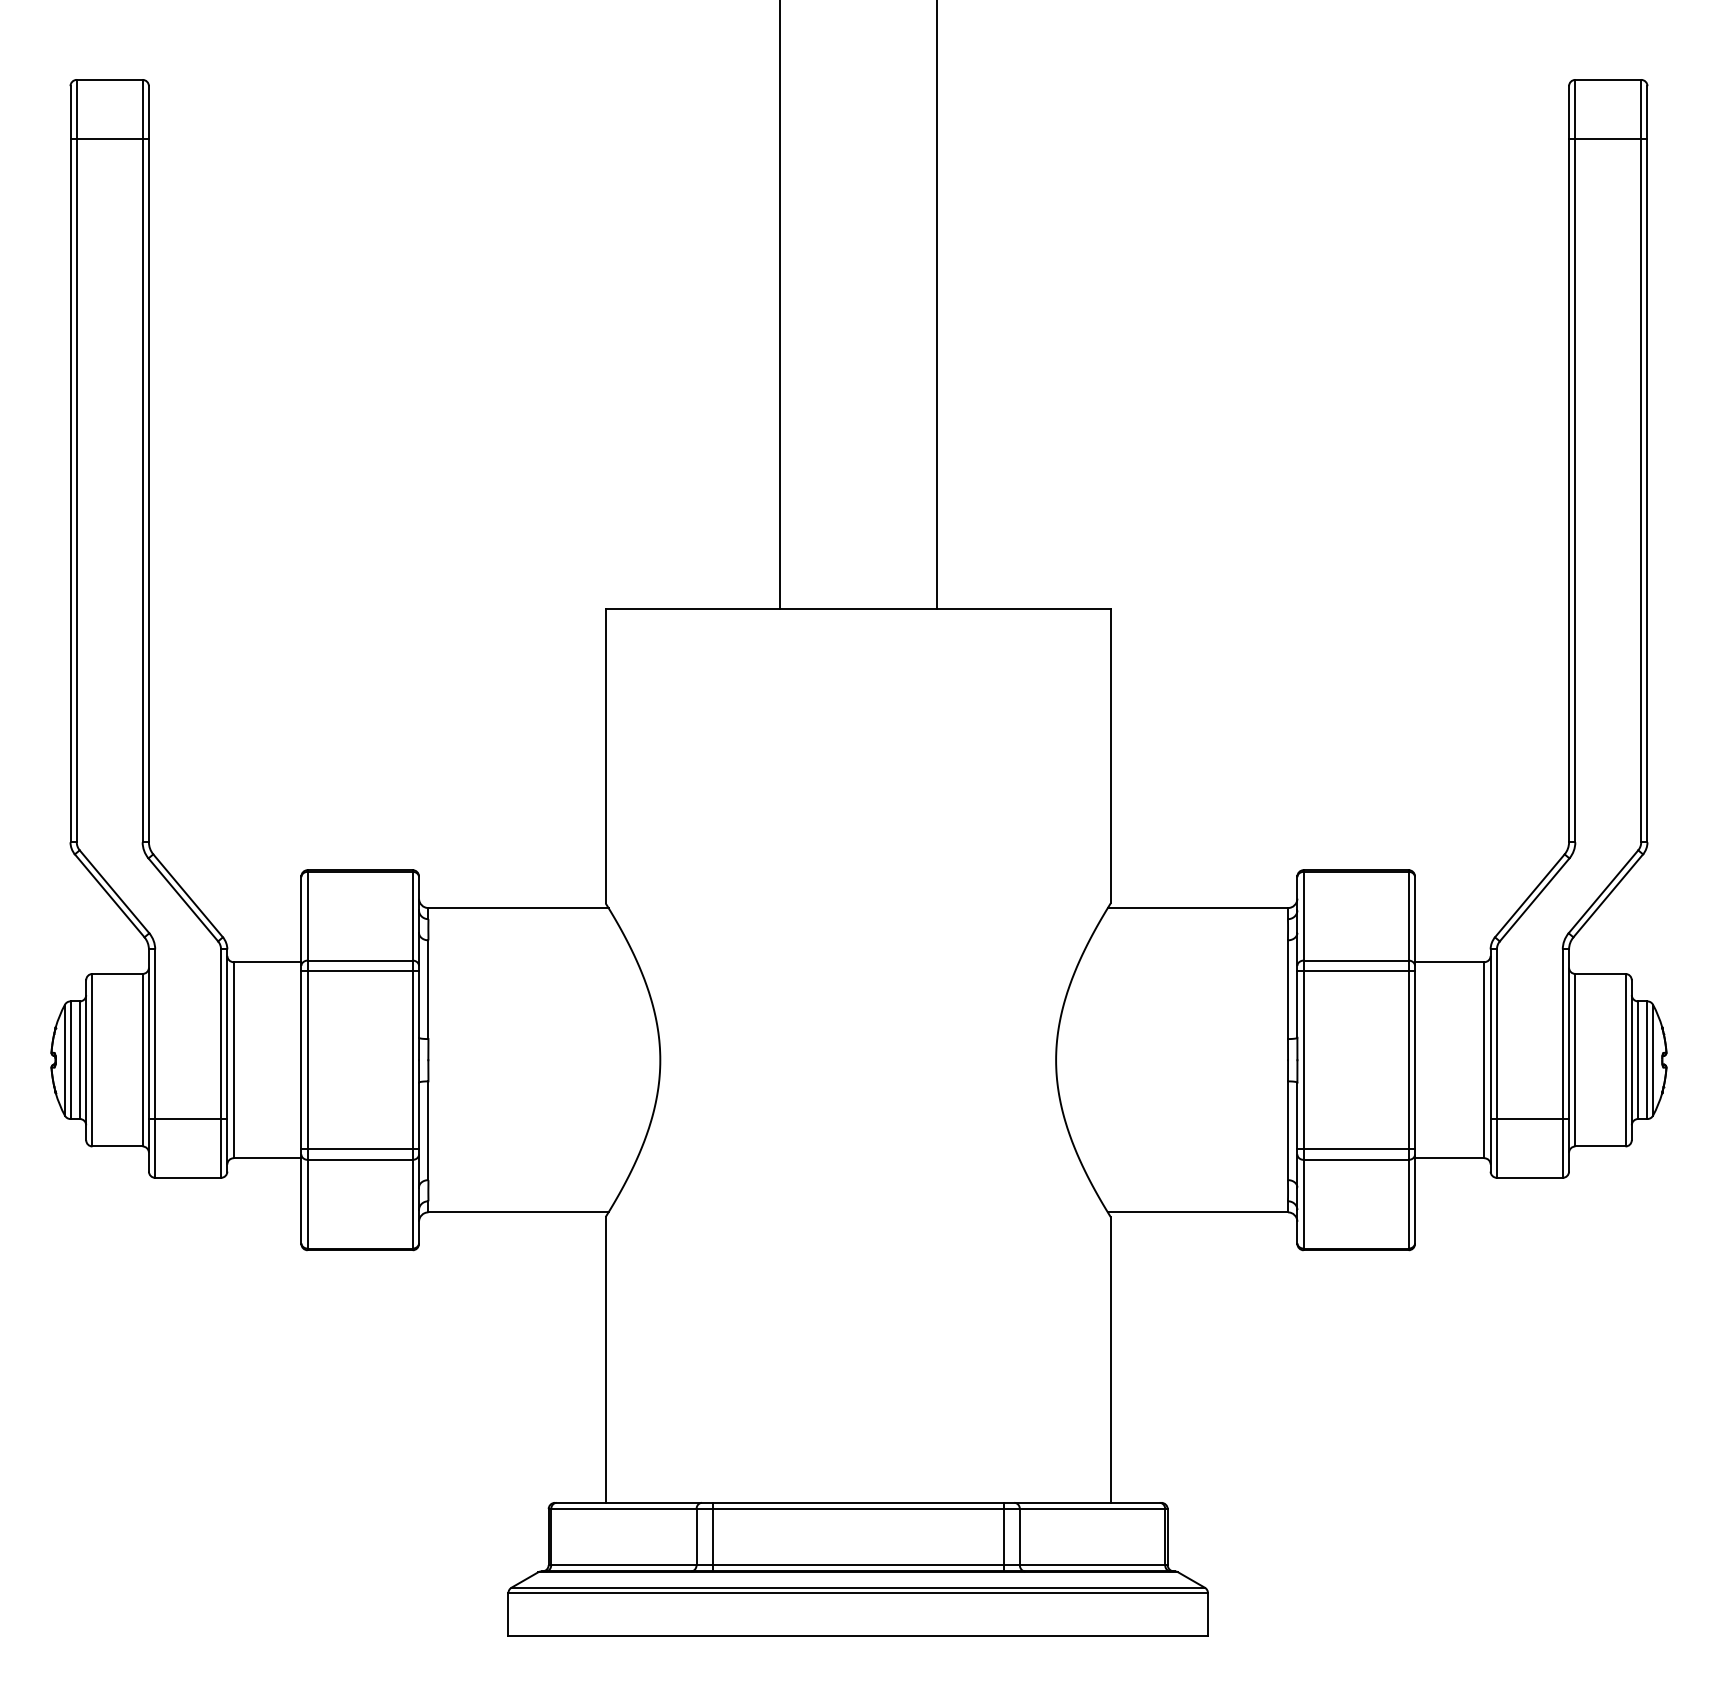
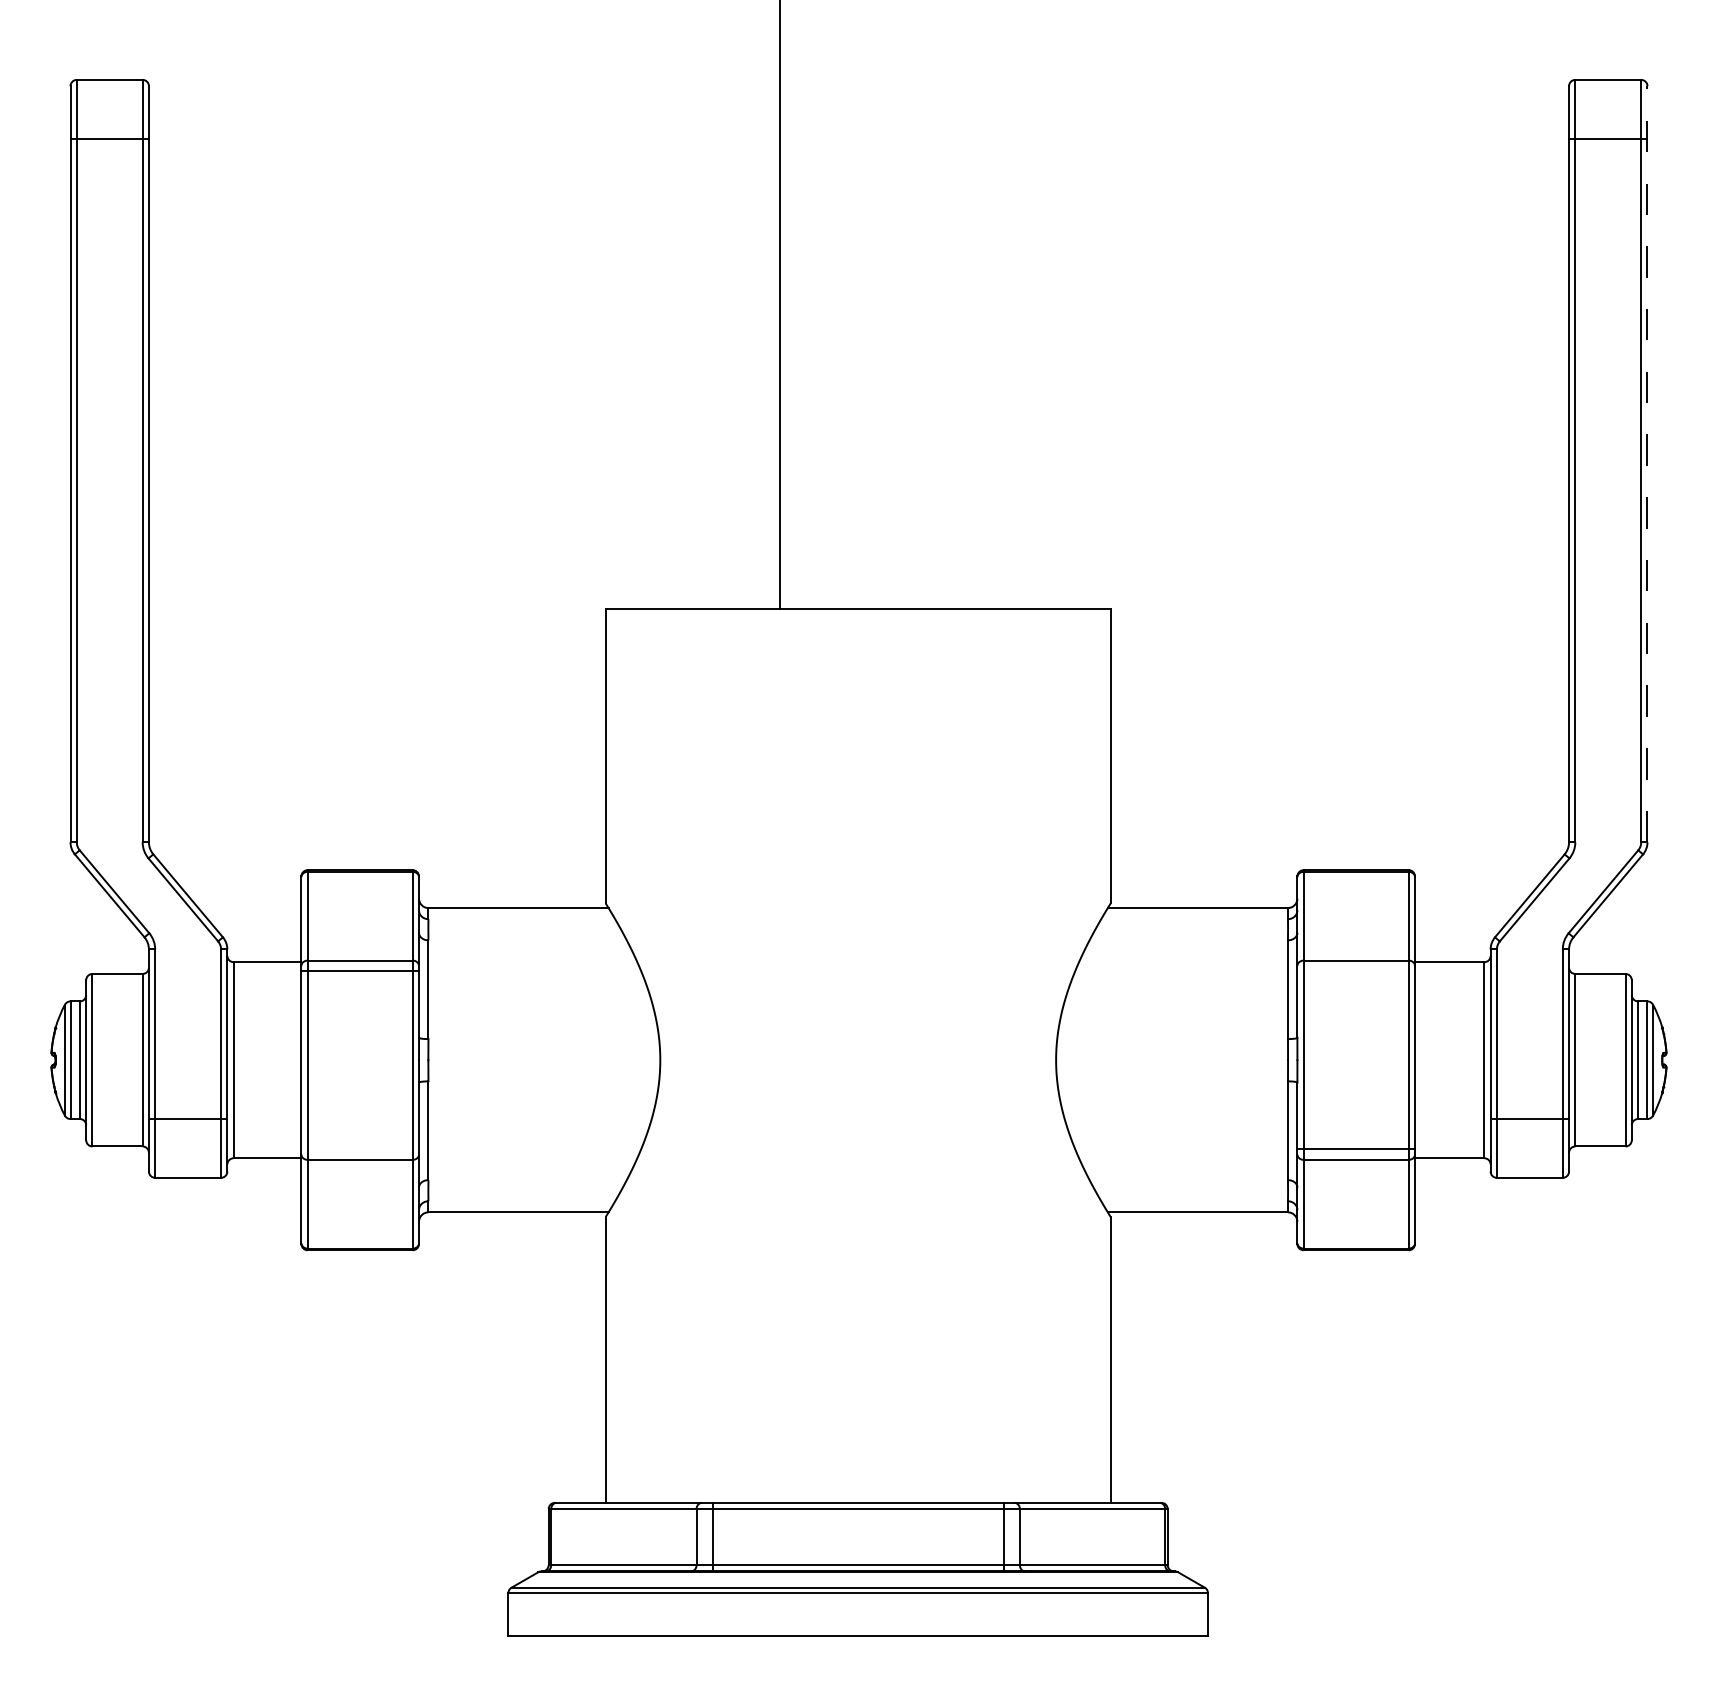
line at (936, 305): present -> none
line at (1647, 463): solid -> dashed
line at (1356, 971): present -> none
line at (360, 1148): present -> none
